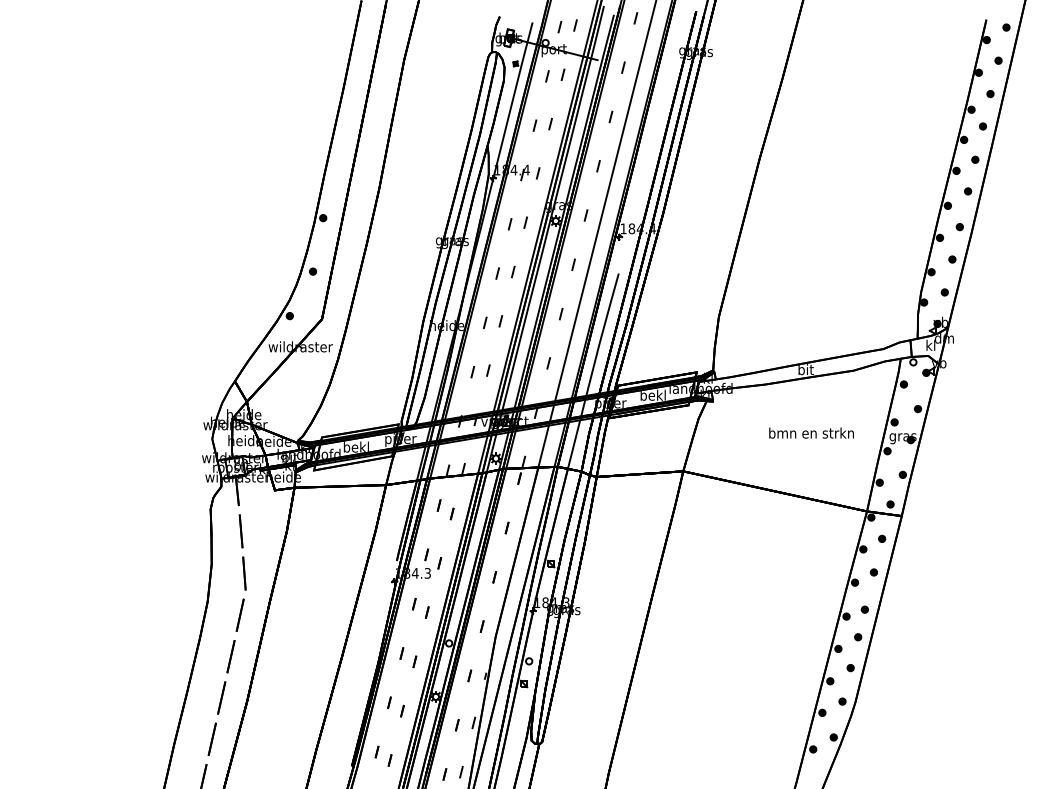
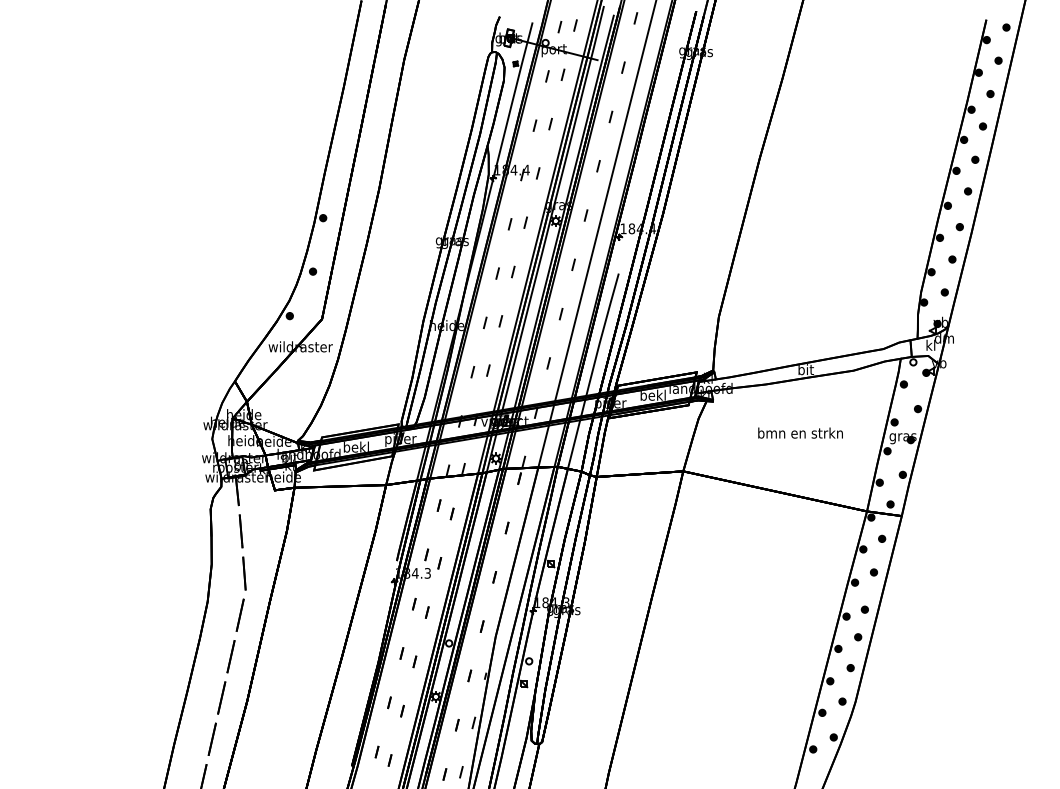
text at (811, 432) position: (811, 432) -> (800, 432)
